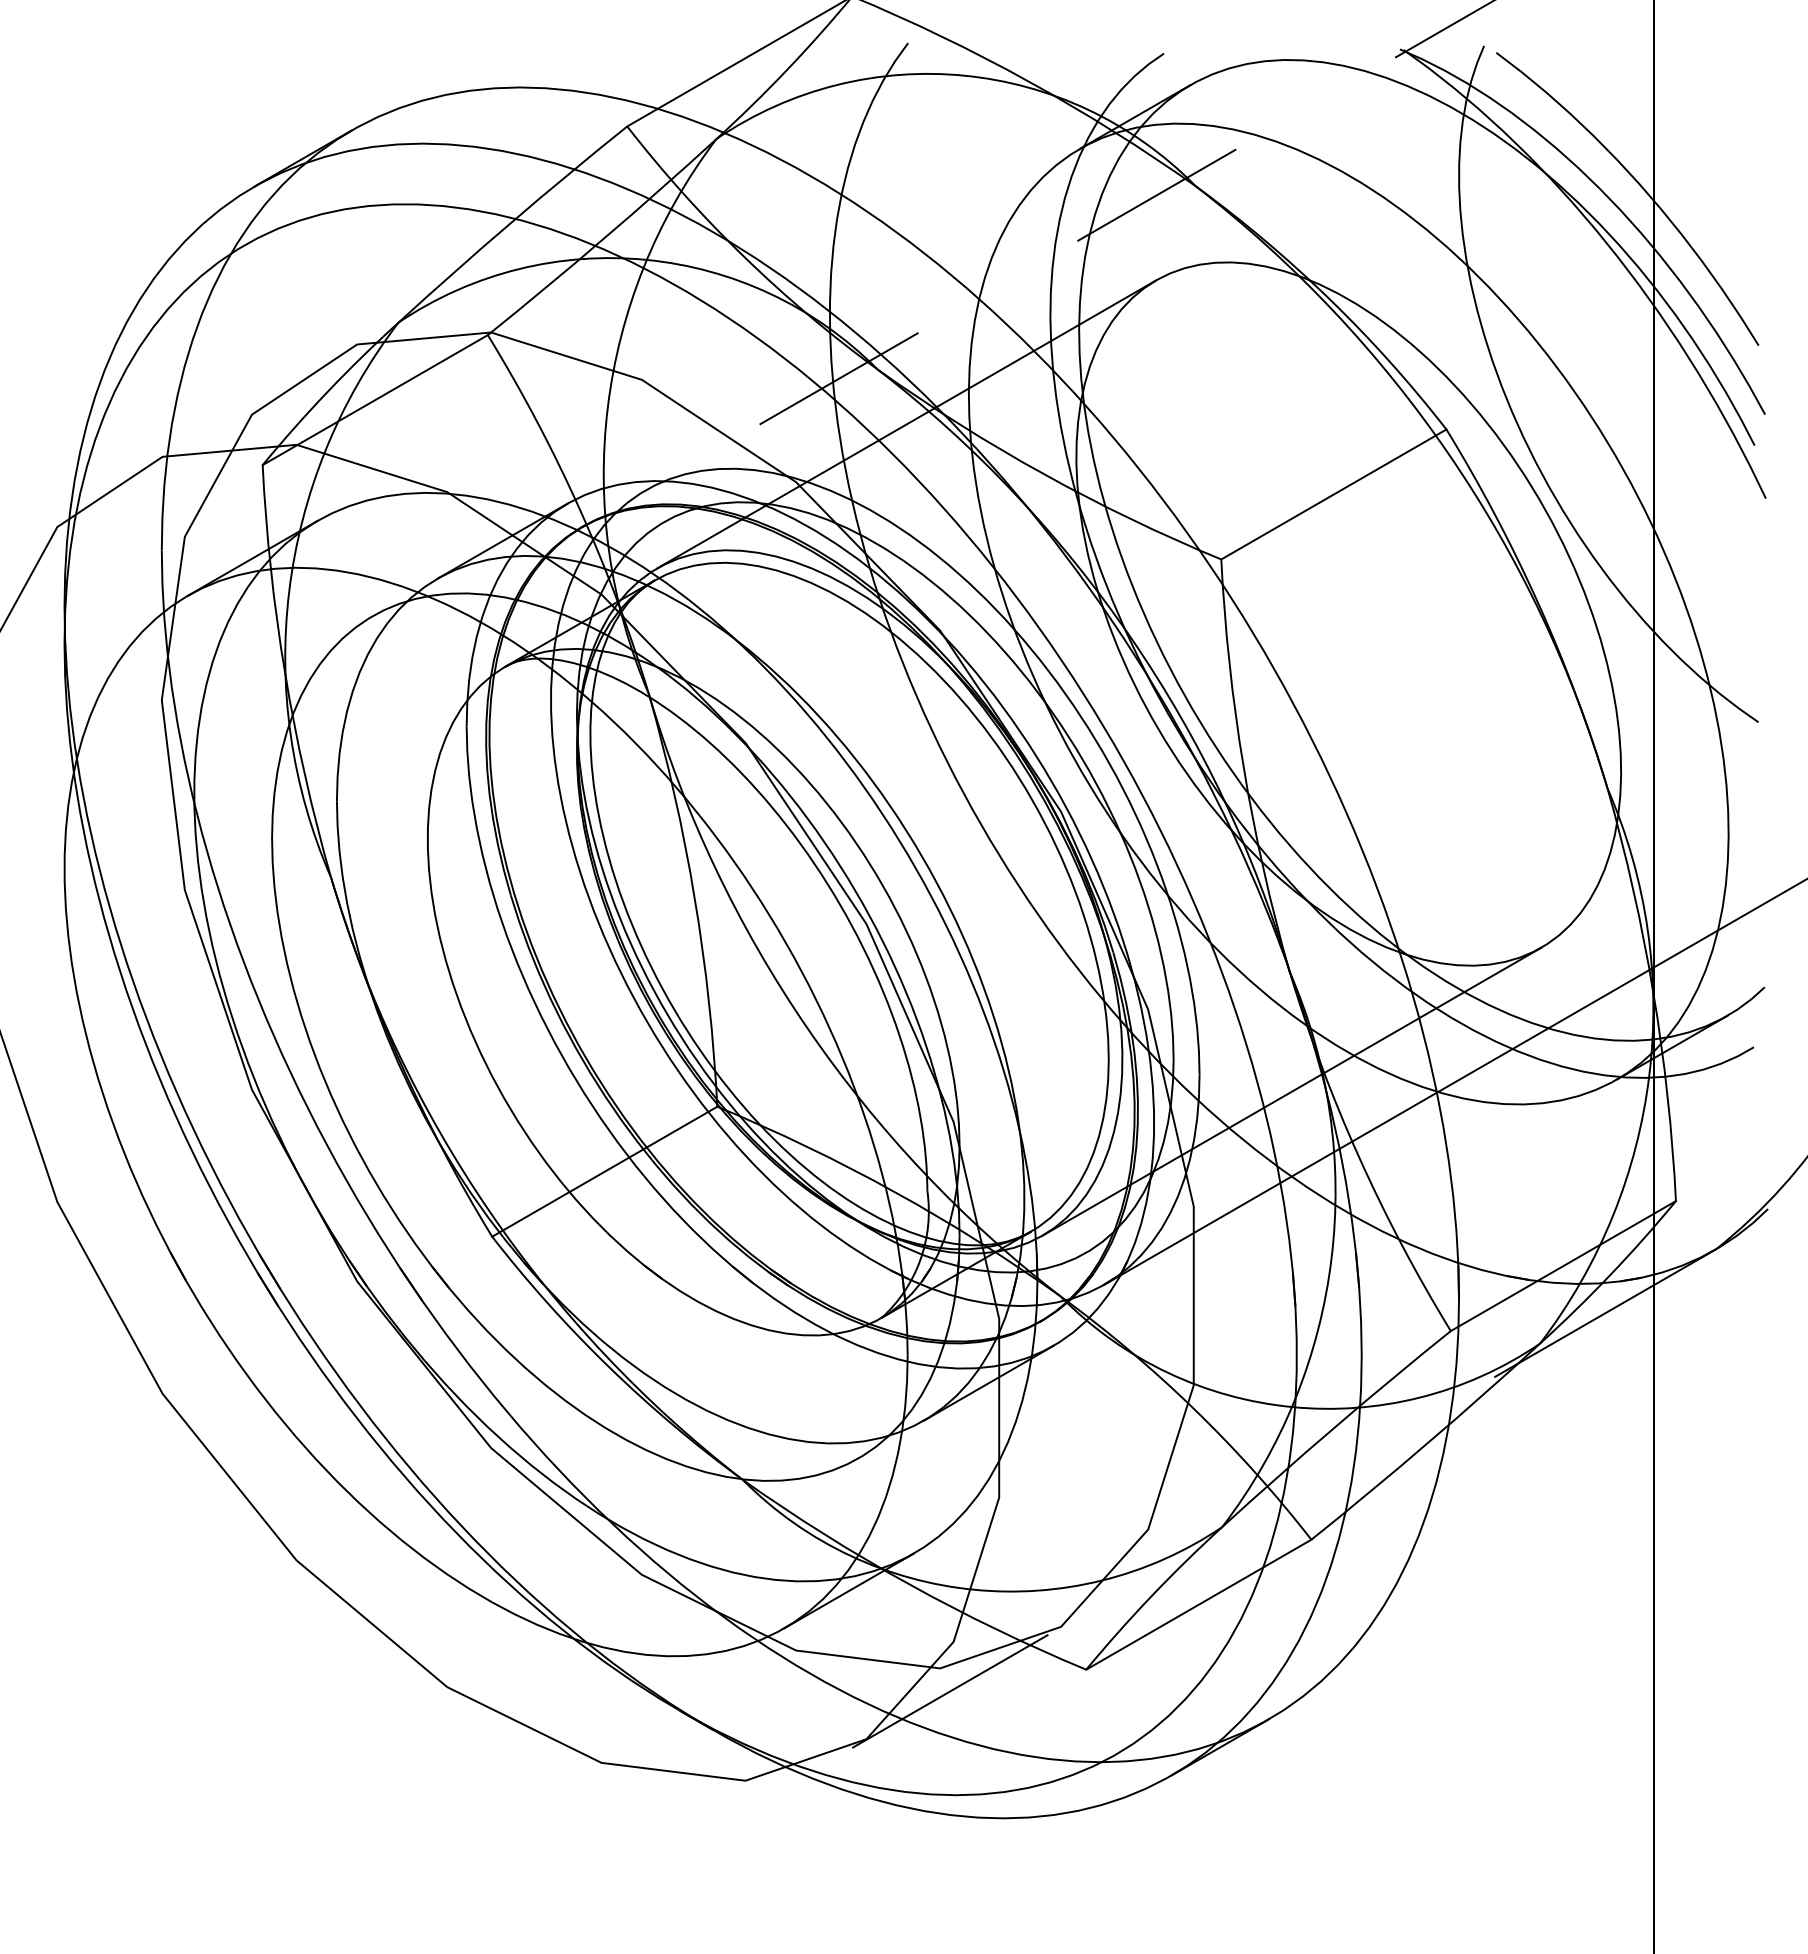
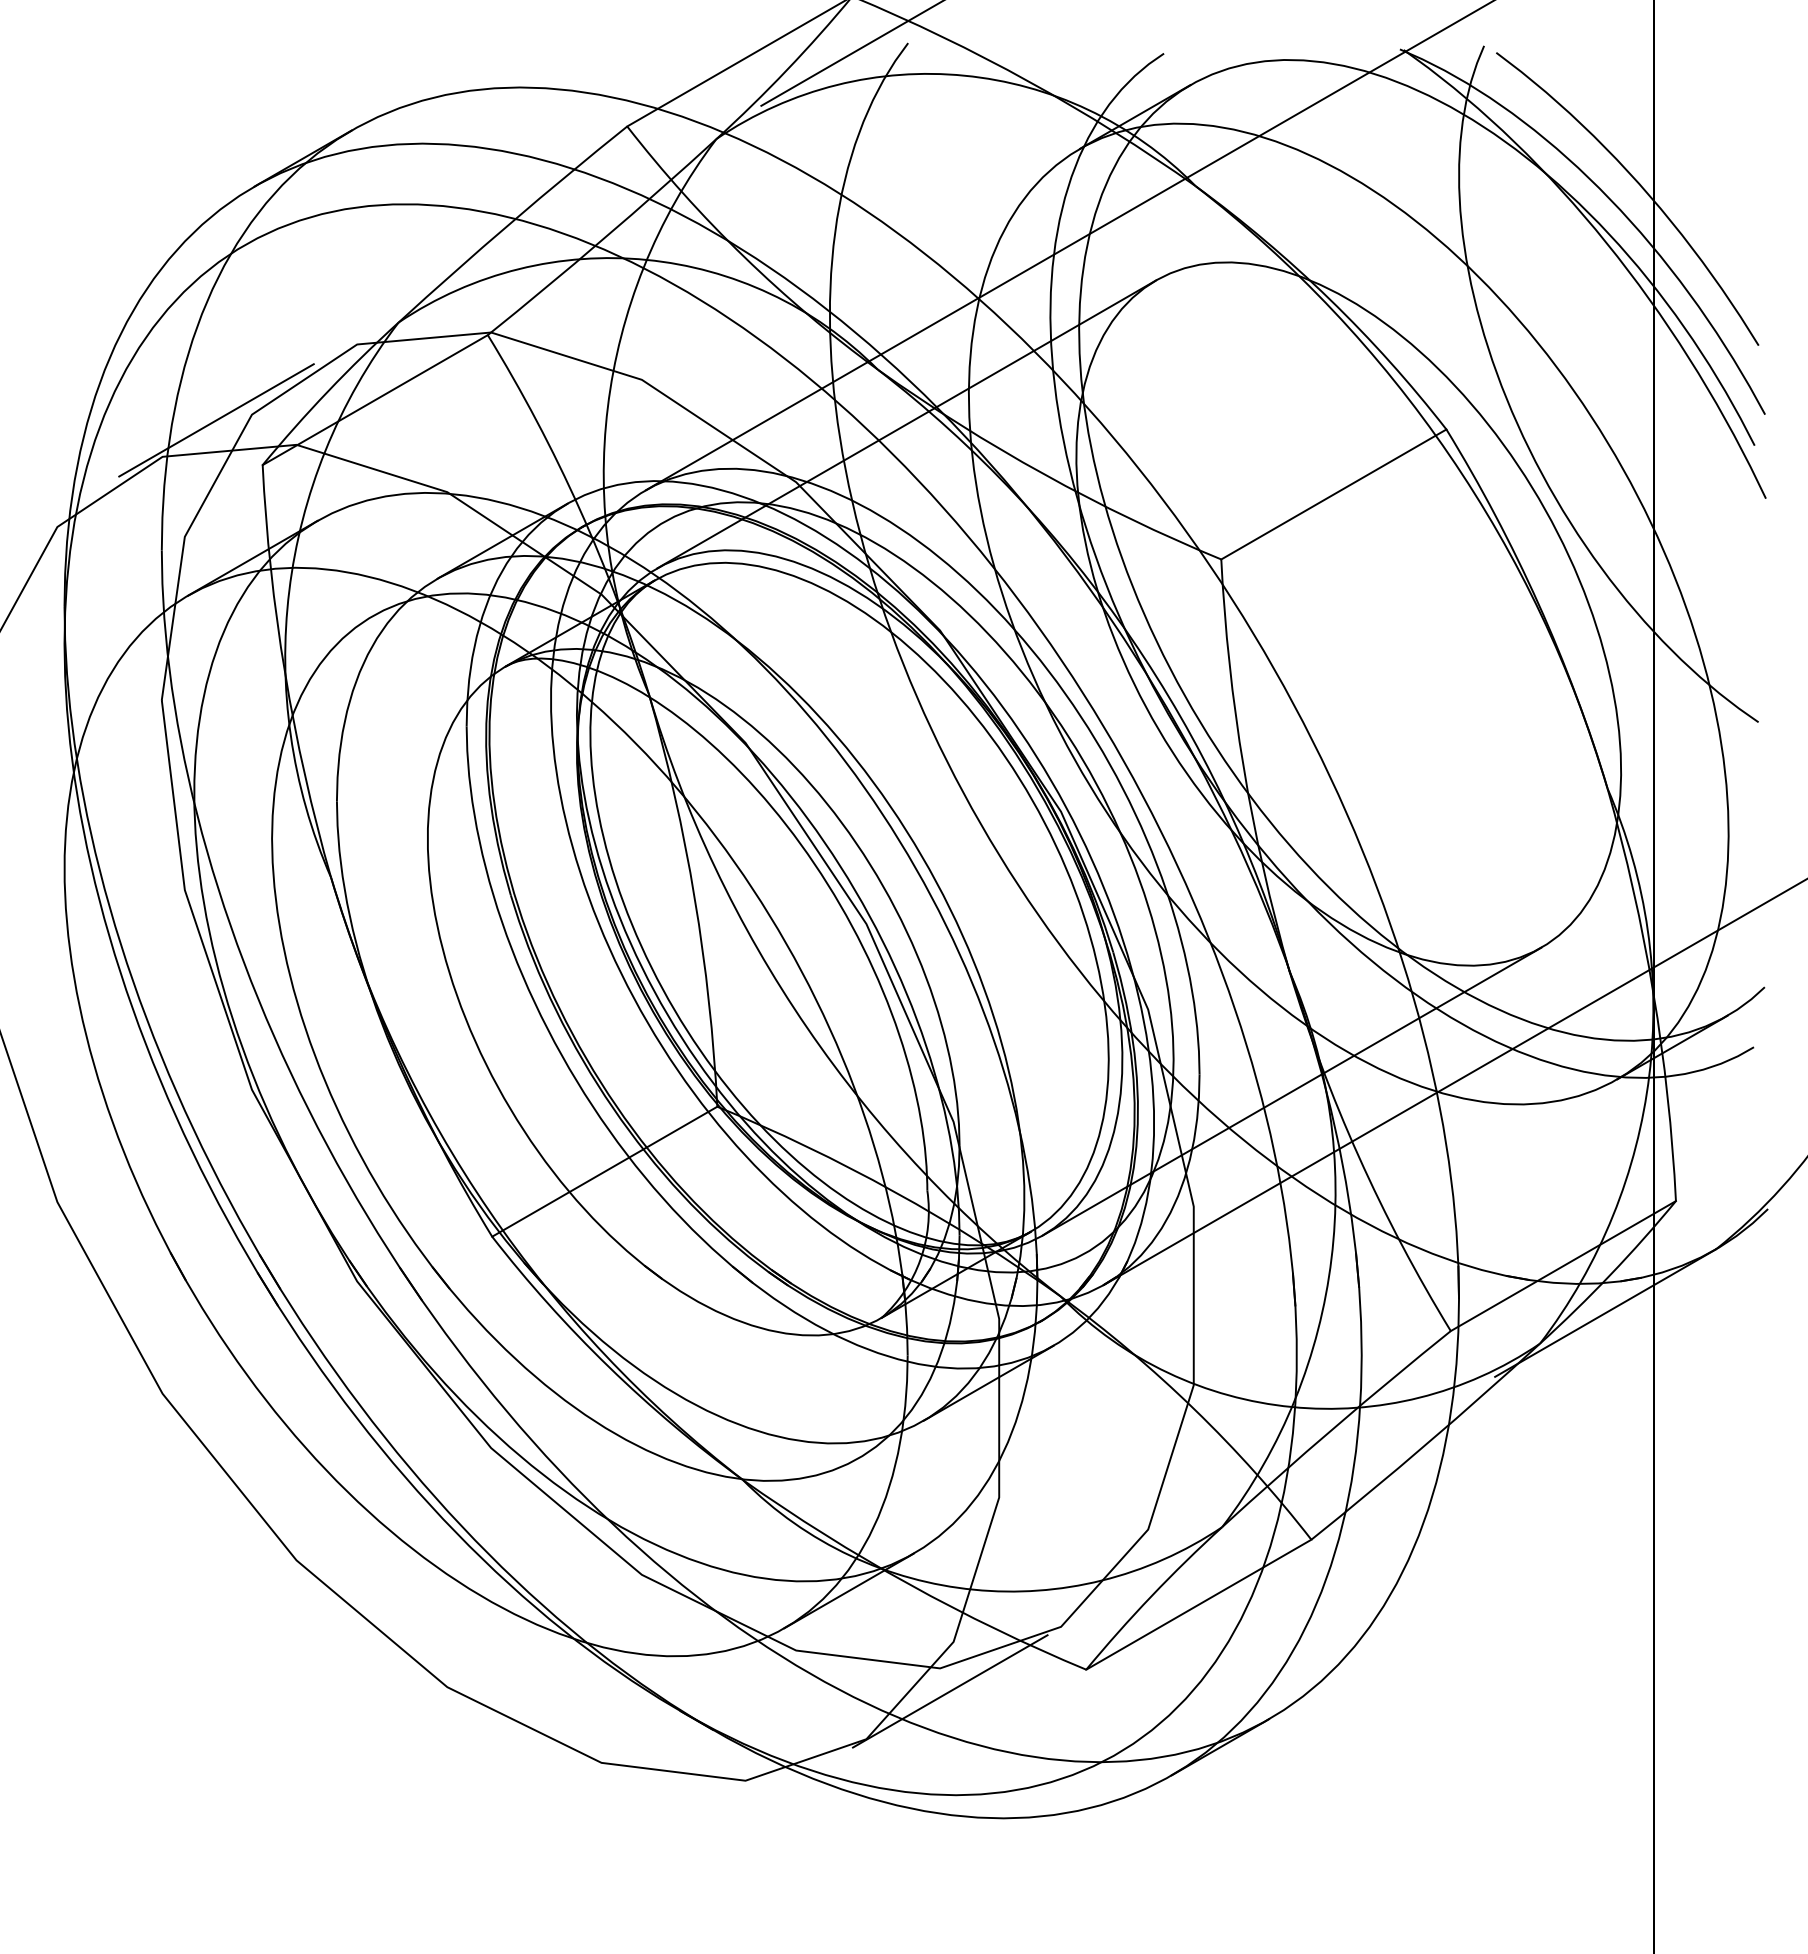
line at (851, 53): none -> present
line at (1070, 245): dashed -> solid
line at (216, 420): none -> present
